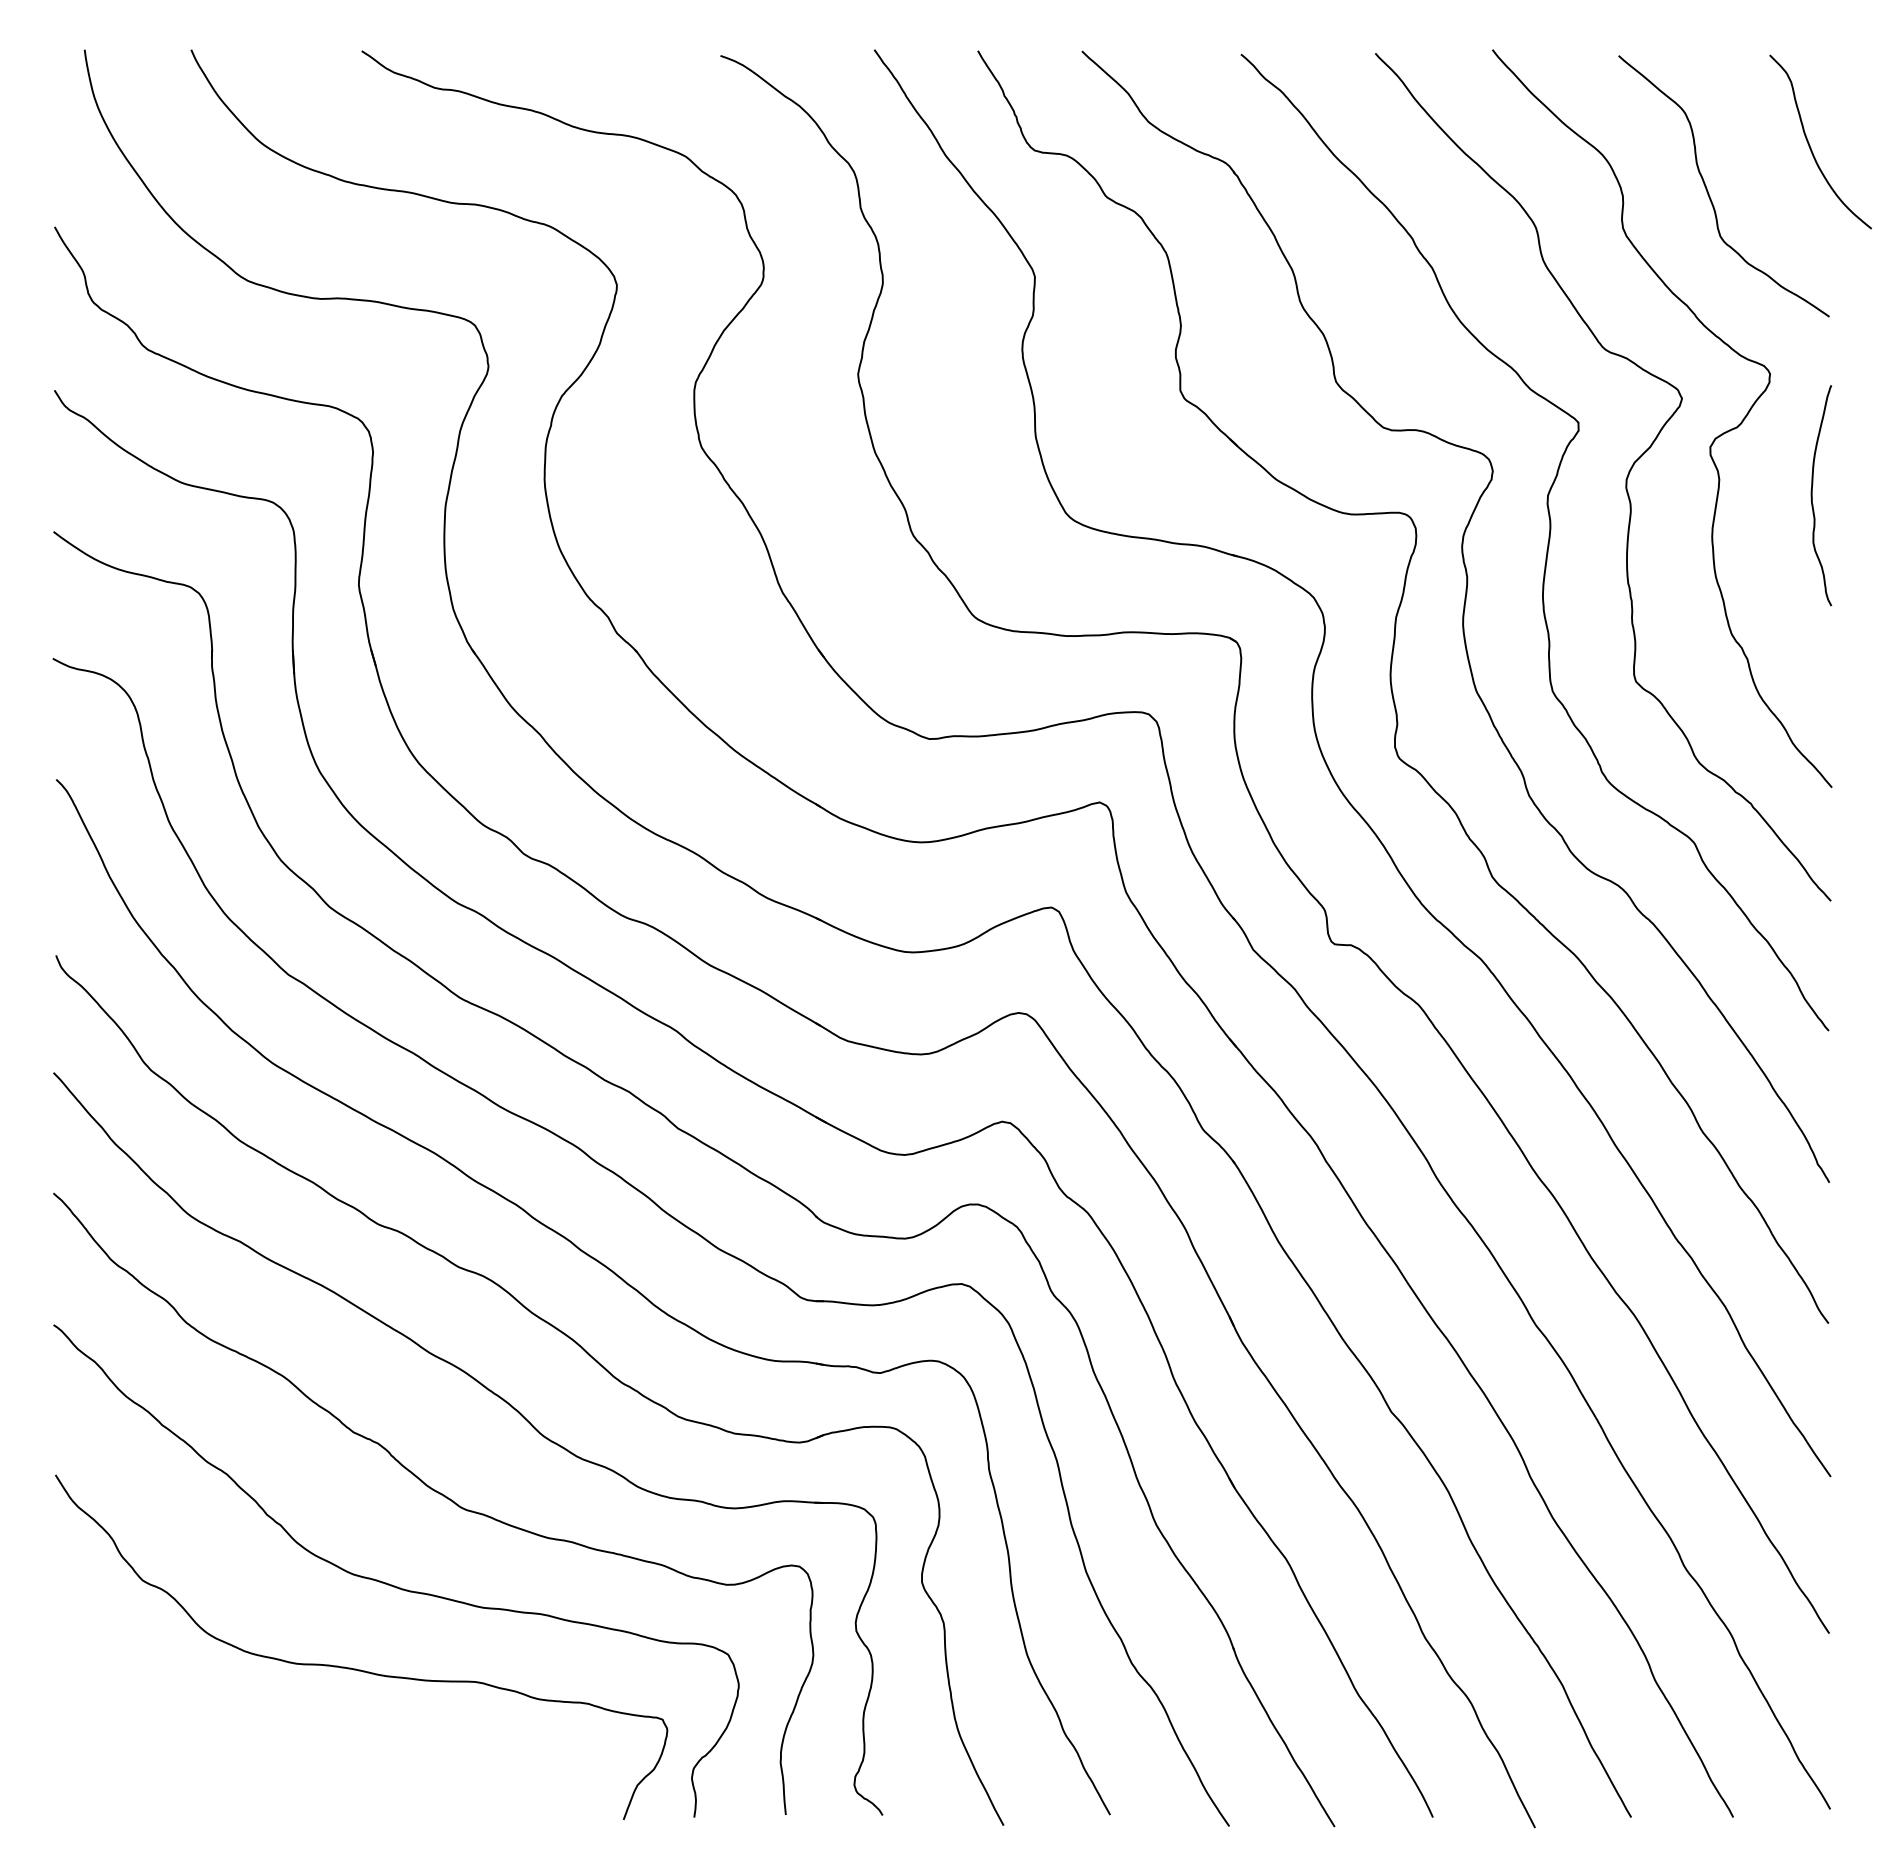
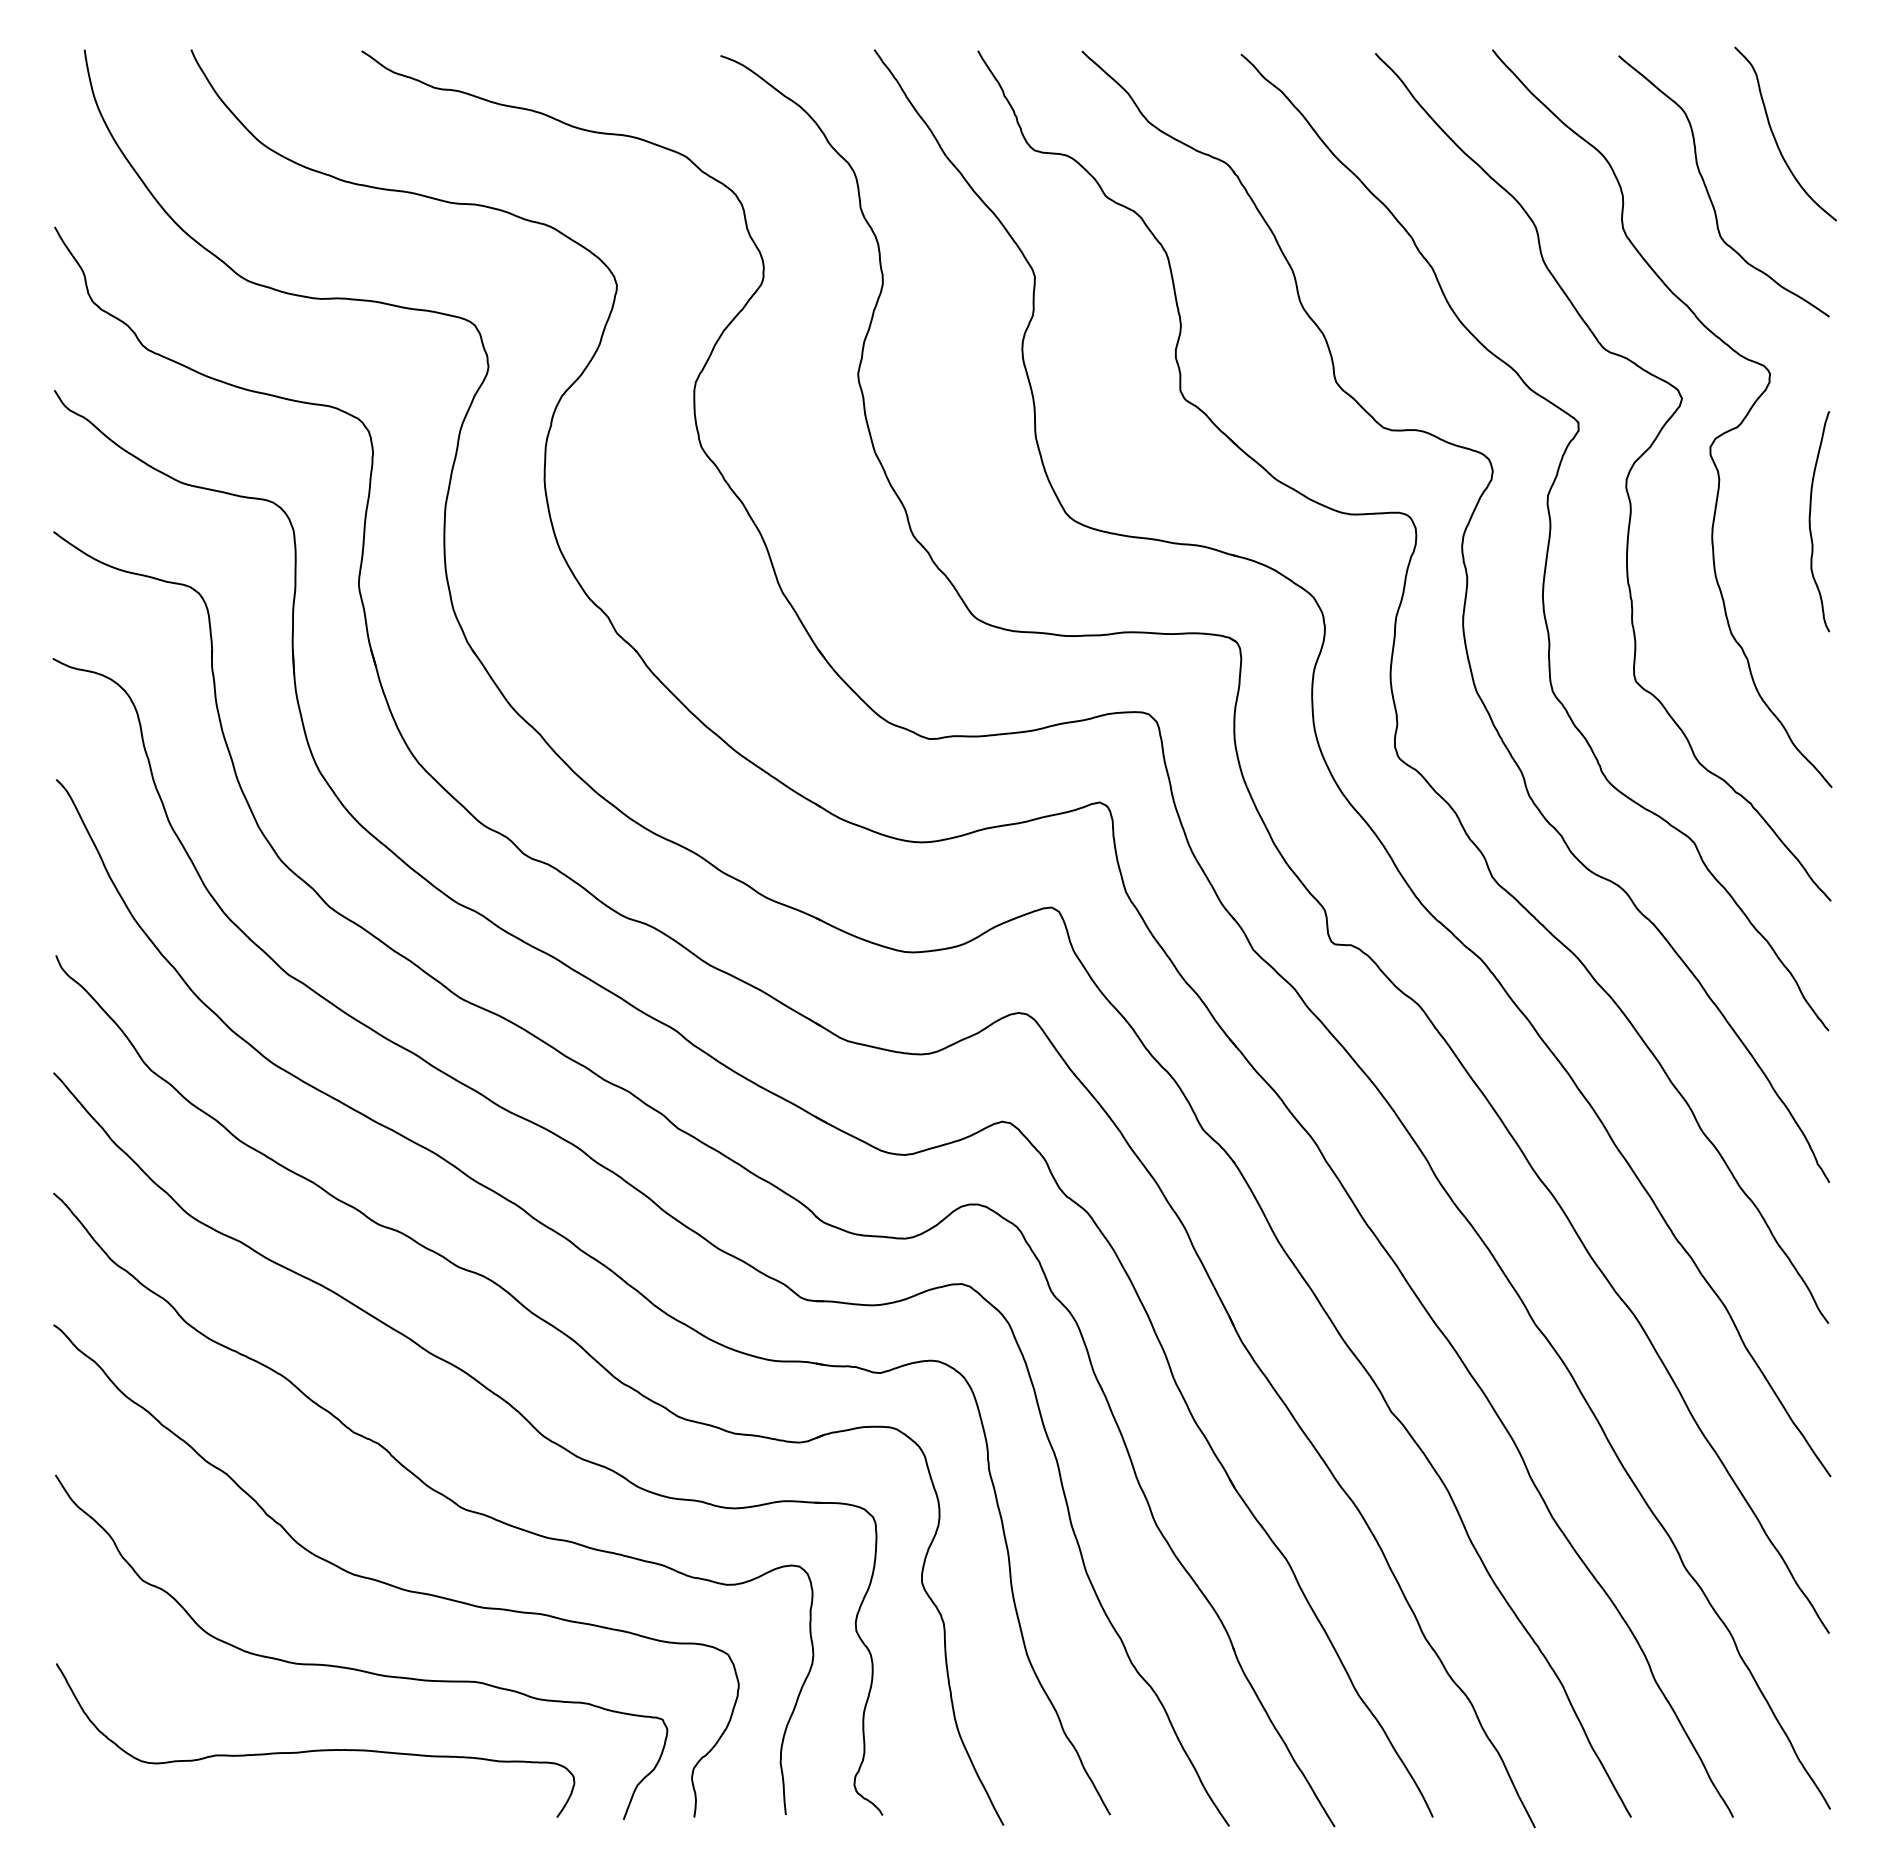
curve at (1810, 145) position: (1810, 145) -> (1775, 137)
curve at (1812, 495) position: (1812, 495) -> (1810, 521)
curve at (315, 1749): none -> present
